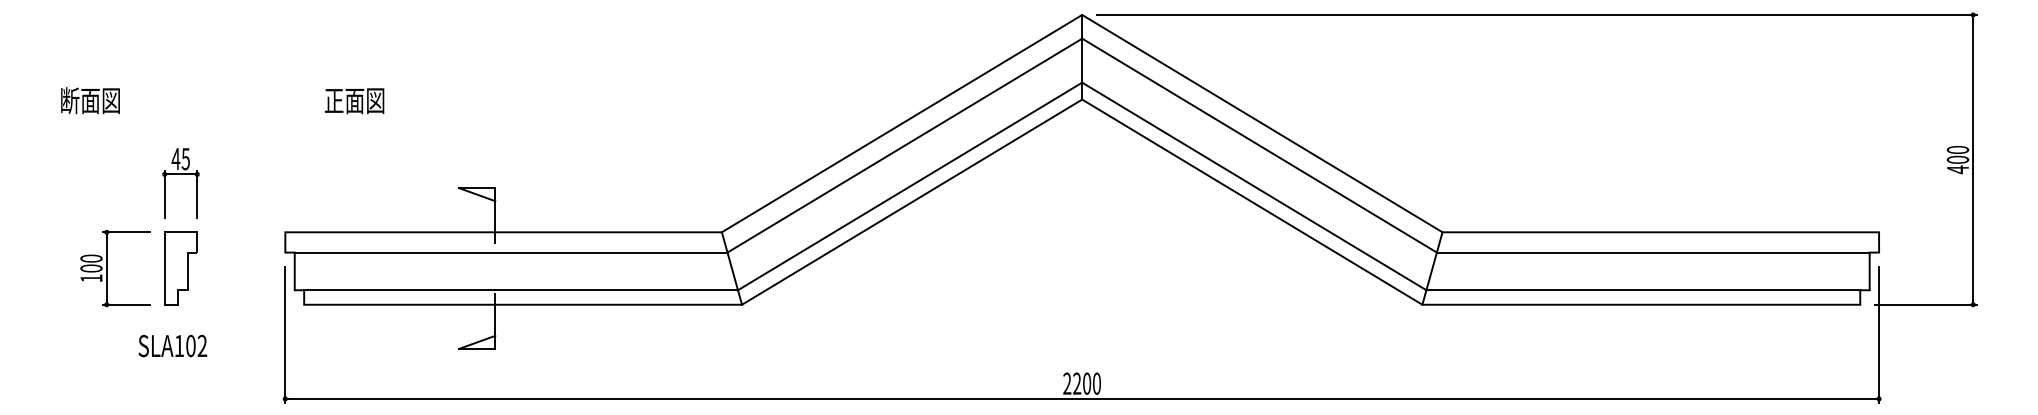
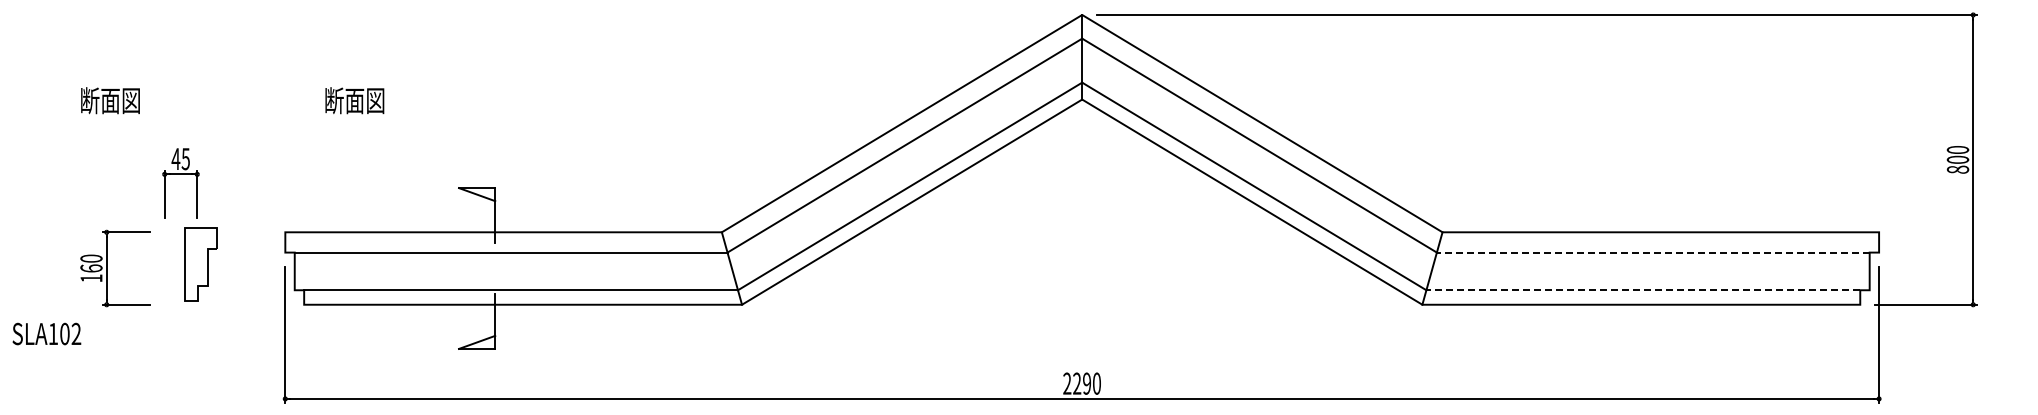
text at (90, 100) position: (90, 100) -> (110, 100)
text at (333, 100): 正面図 -> 断面図
text at (1957, 169): 400 -> 800
line at (1652, 252): solid -> dashed
text at (91, 268): 100 -> 160
part at (180, 268) position: (180, 268) -> (200, 264)
line at (1643, 290): solid -> dashed
text at (172, 345) position: (172, 345) -> (46, 333)
text at (1087, 383): 2200 -> 2290
